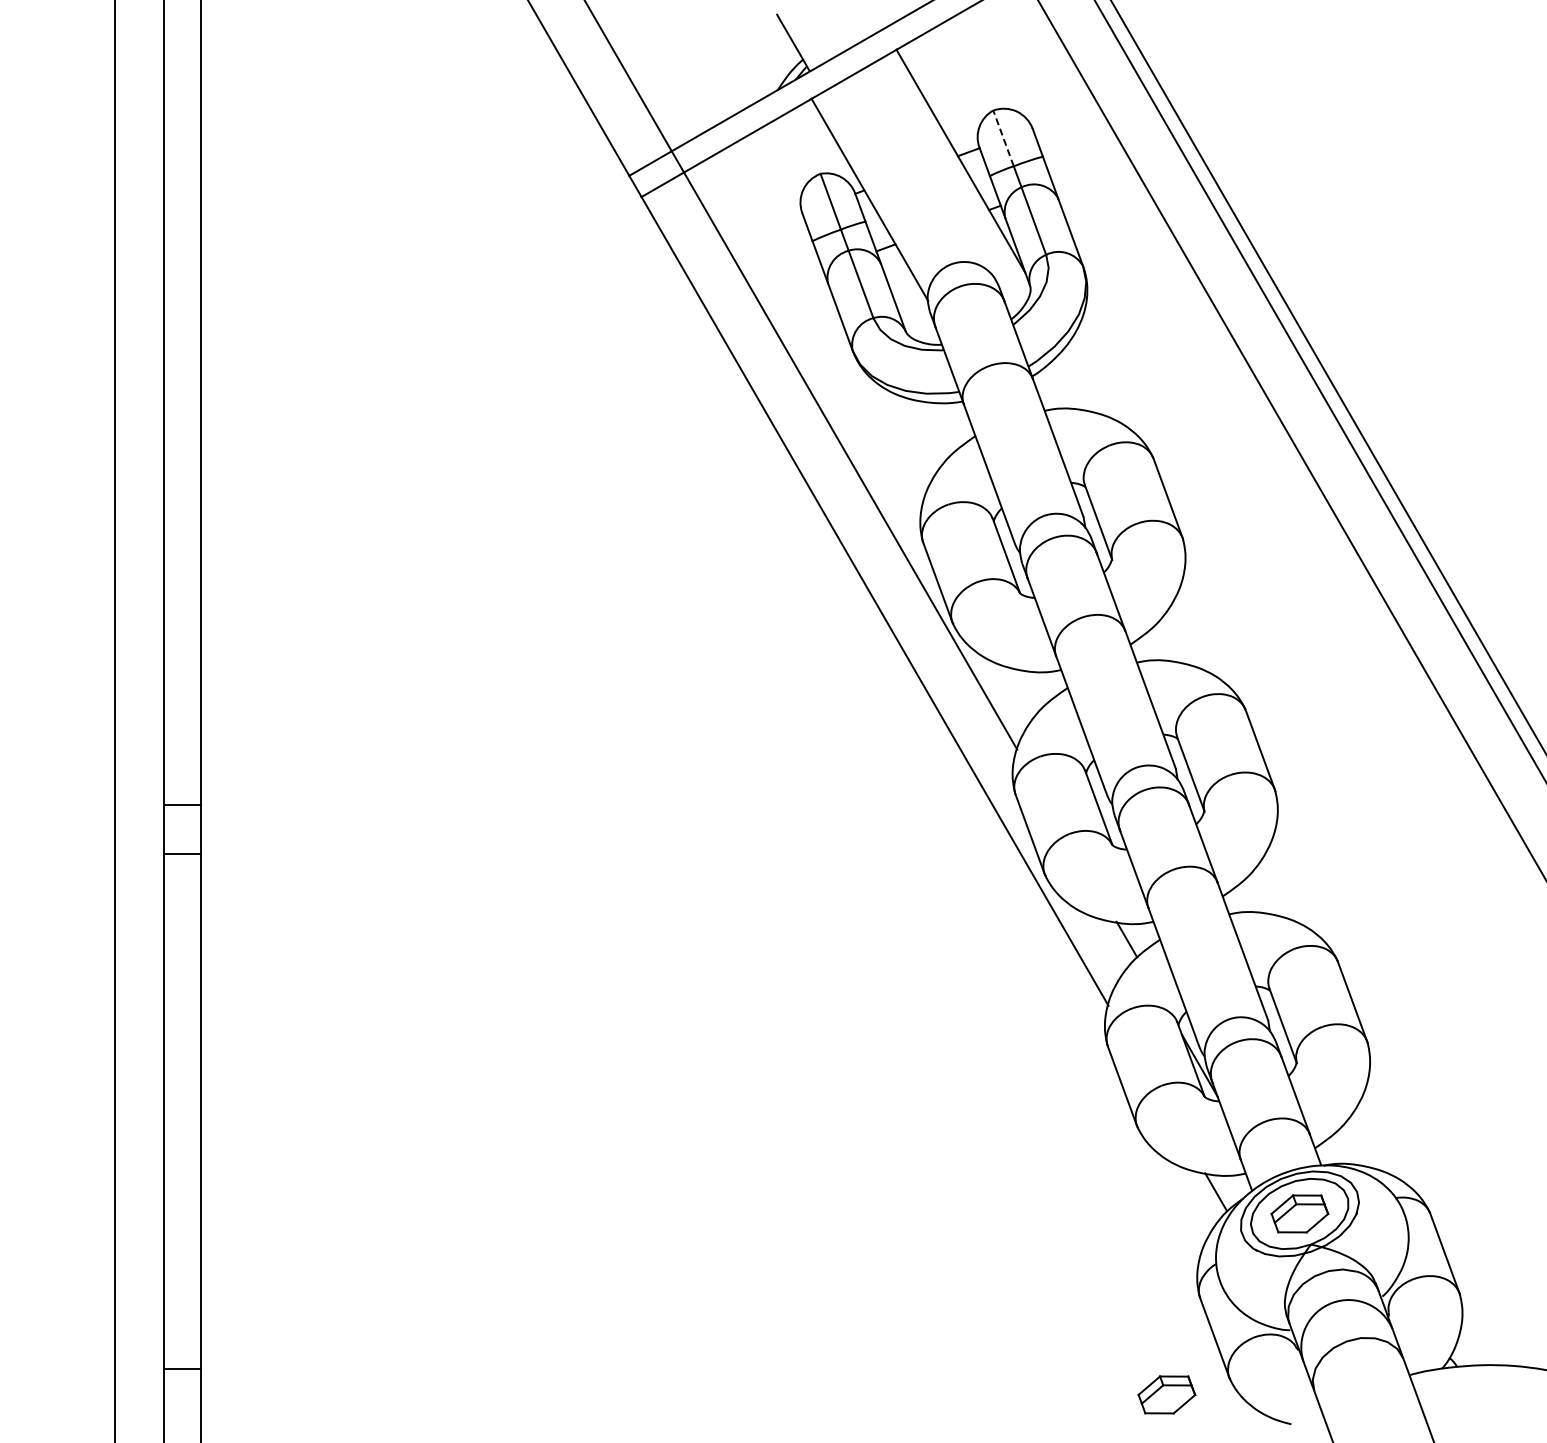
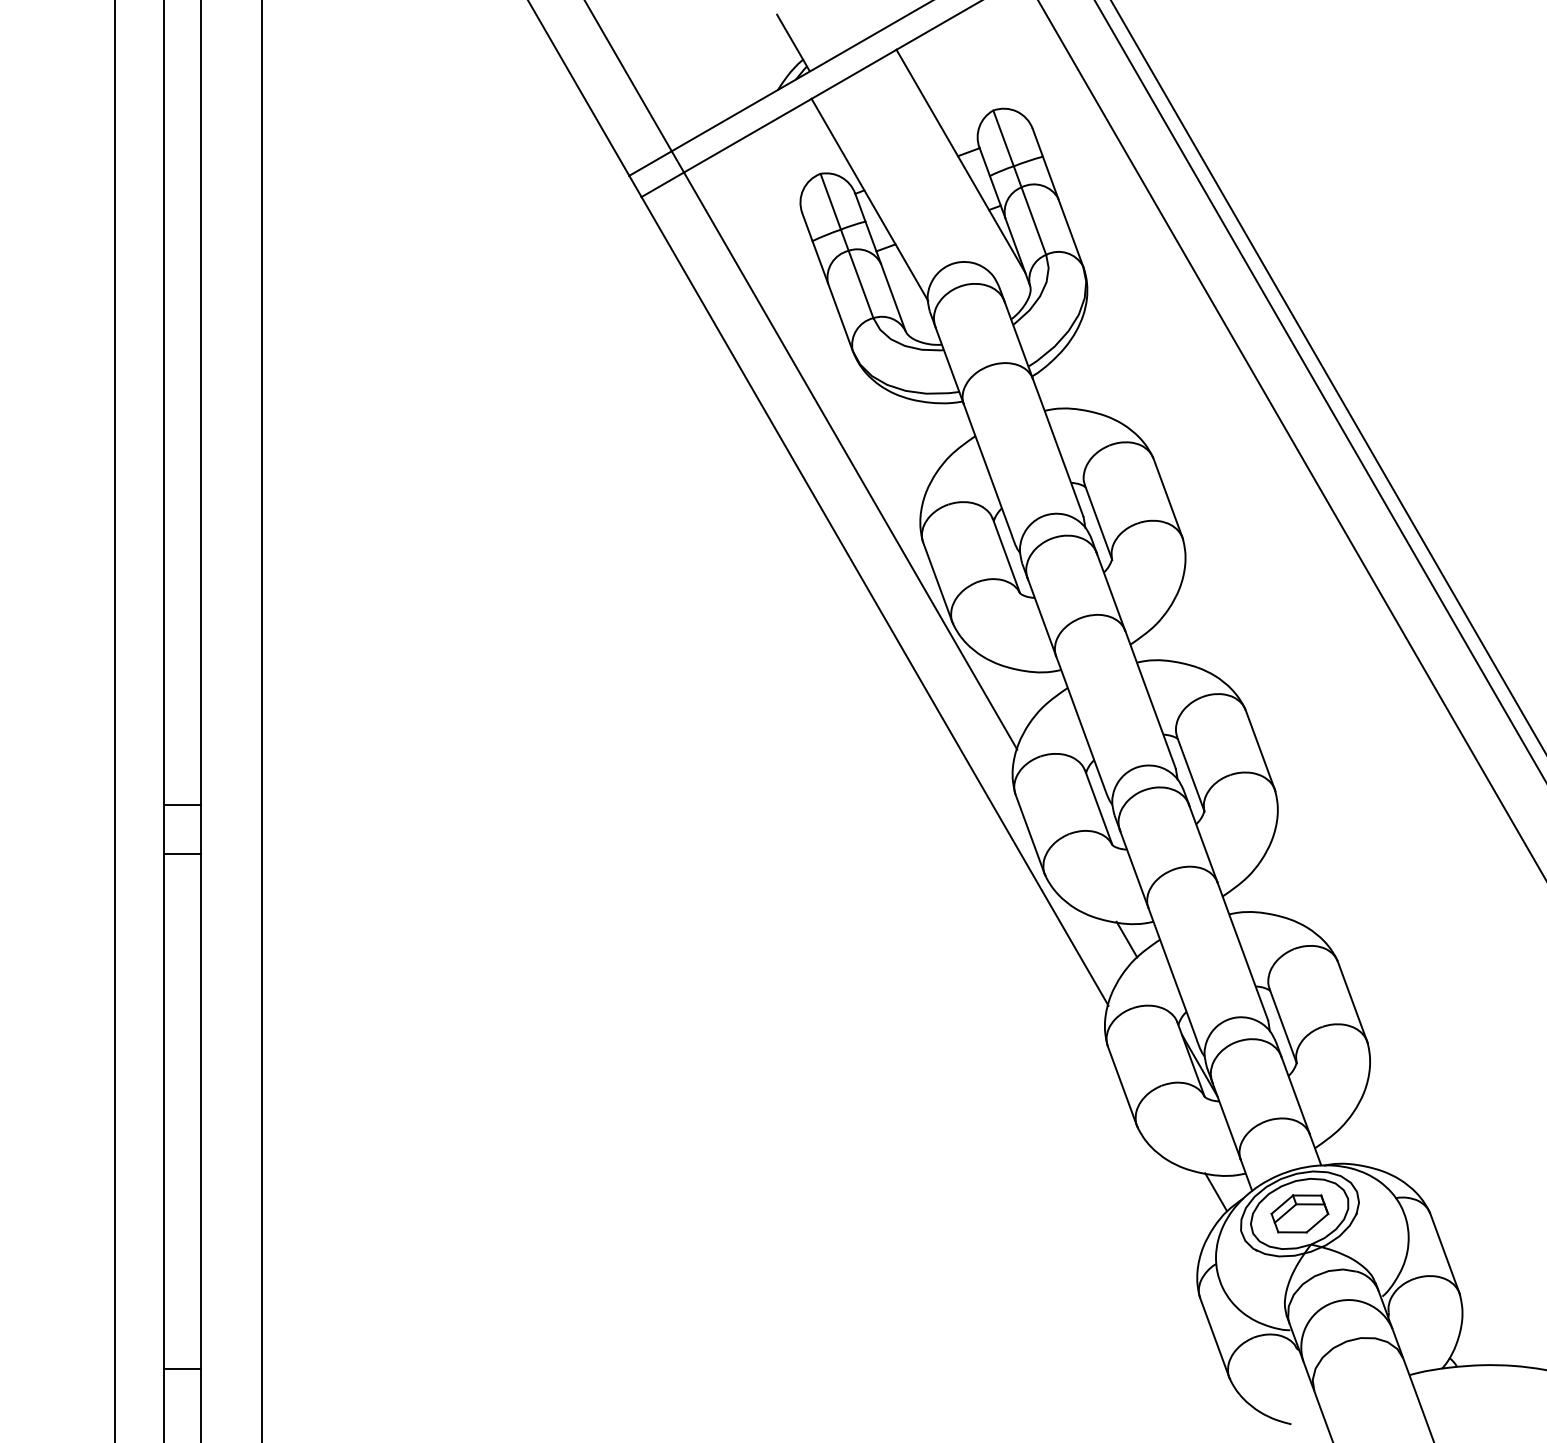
line at (1003, 138): dashed -> solid
line at (261, 720): none -> present
part at (1166, 1394): present -> none
